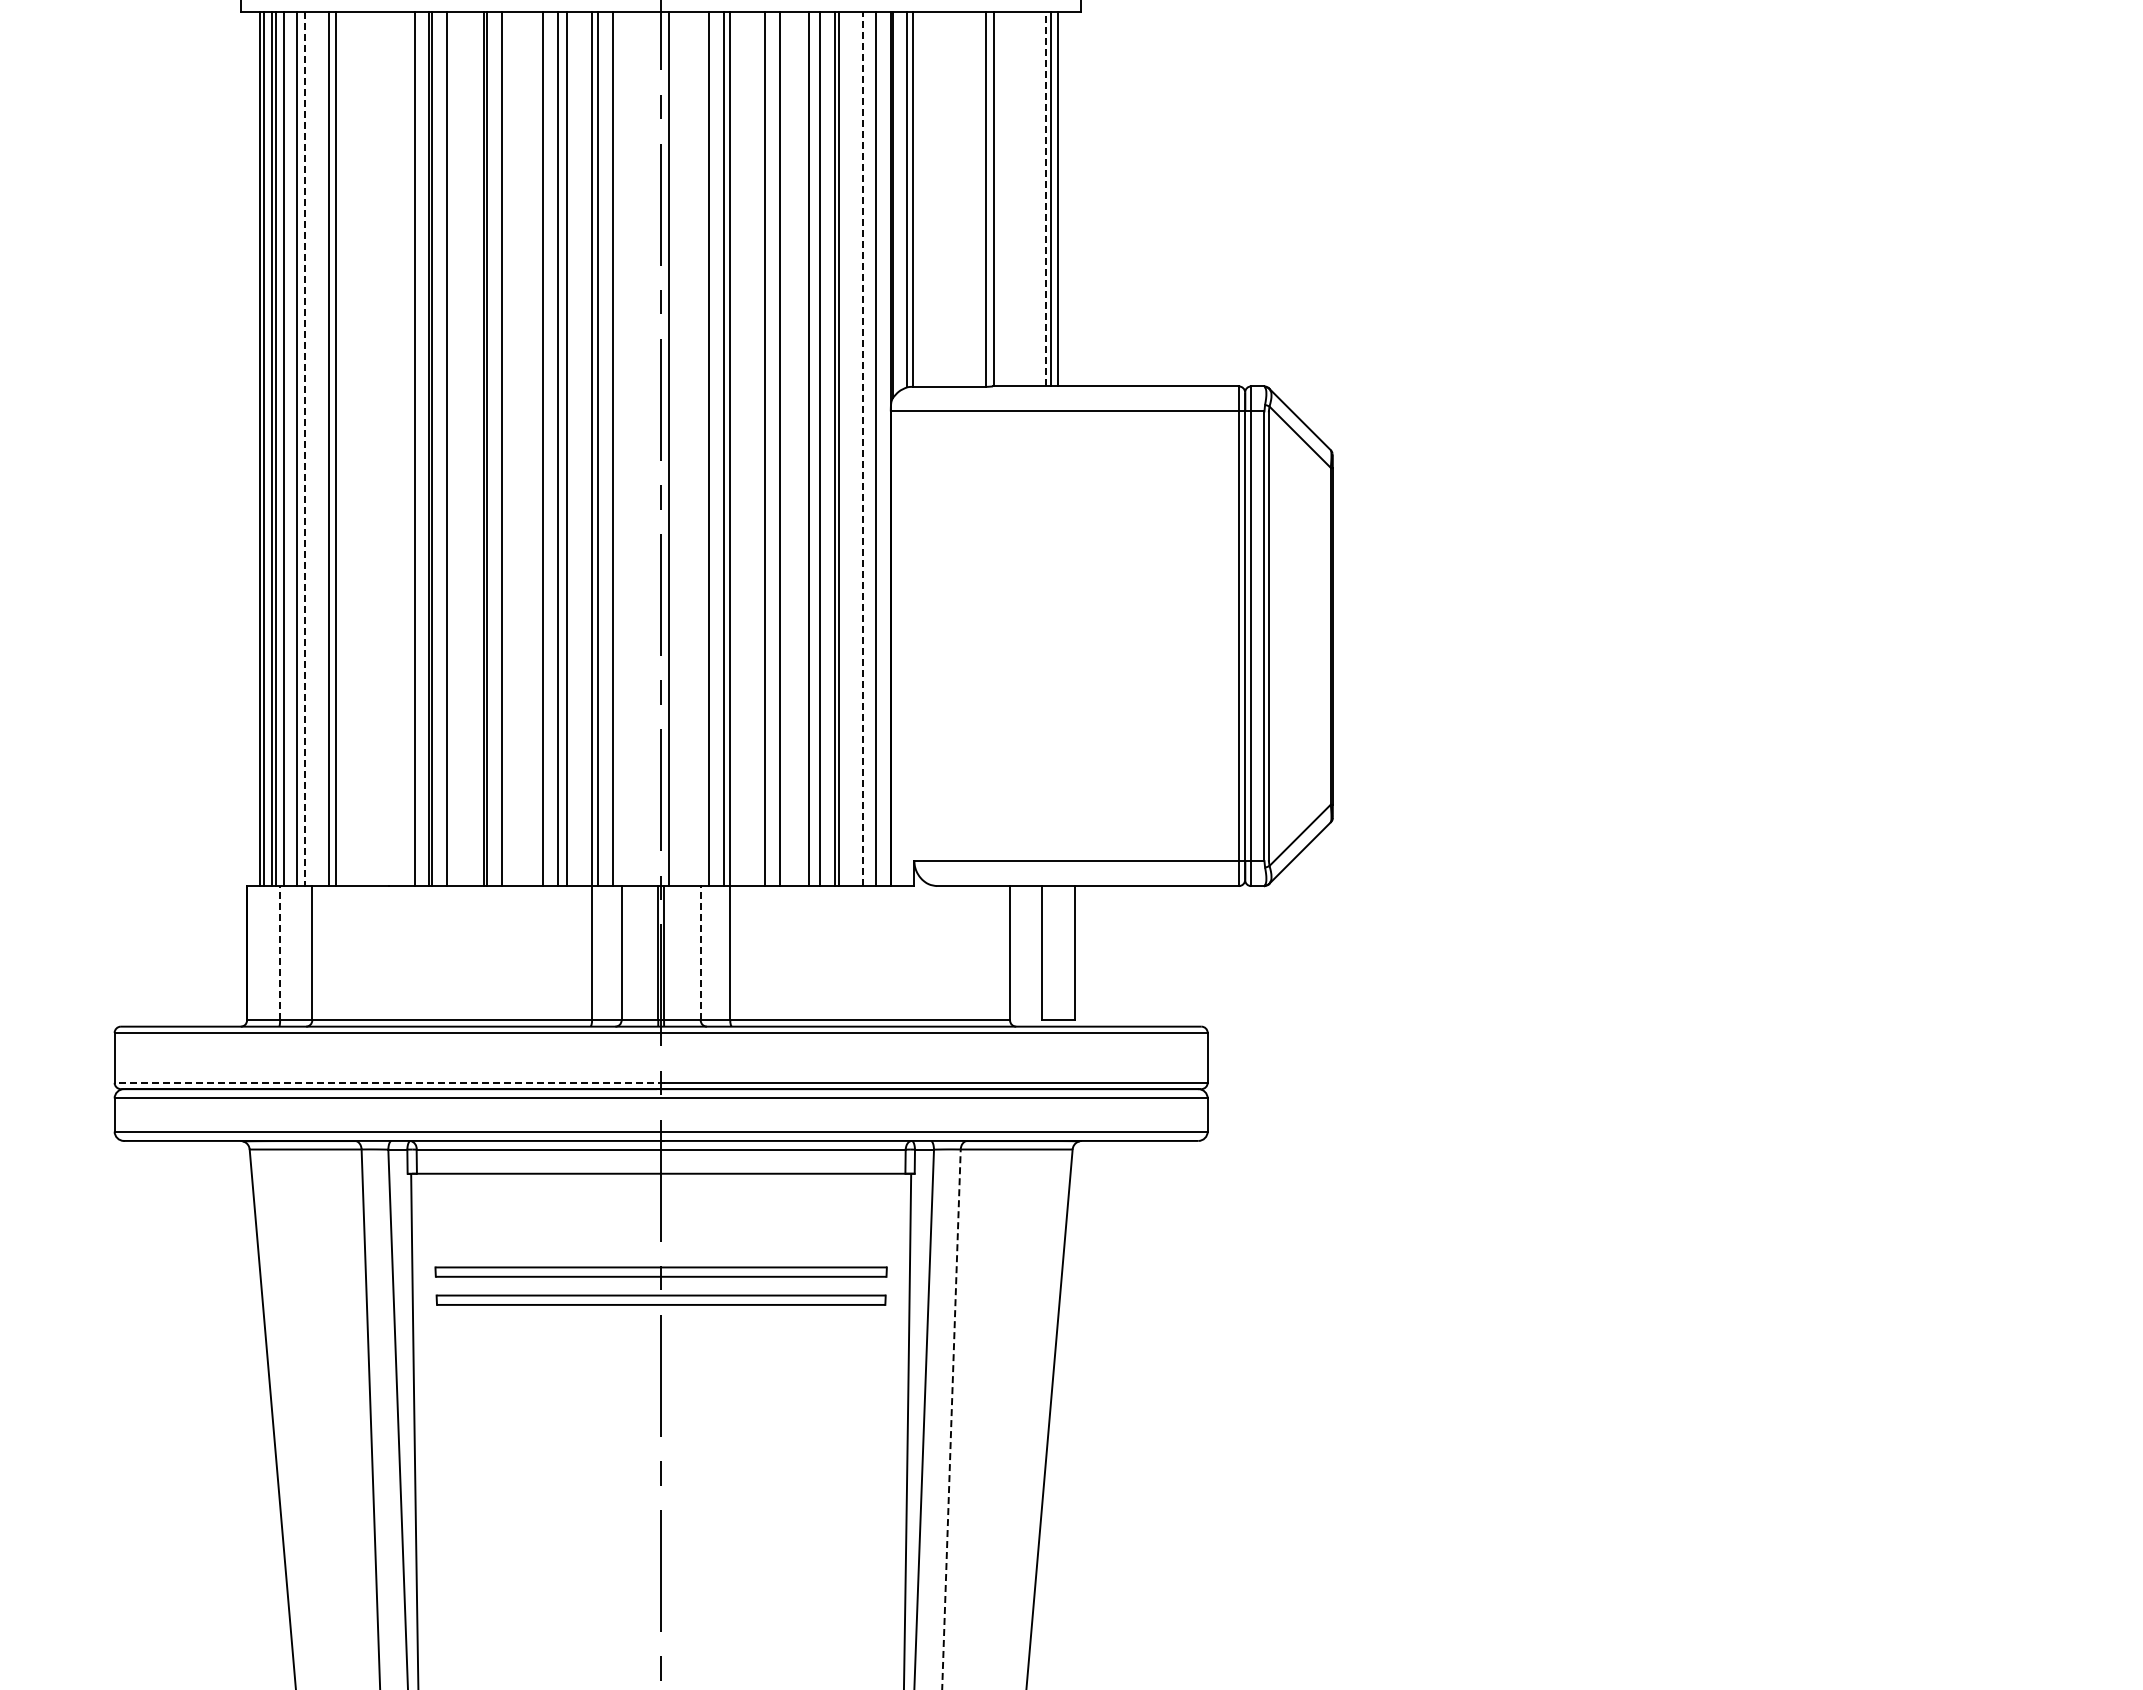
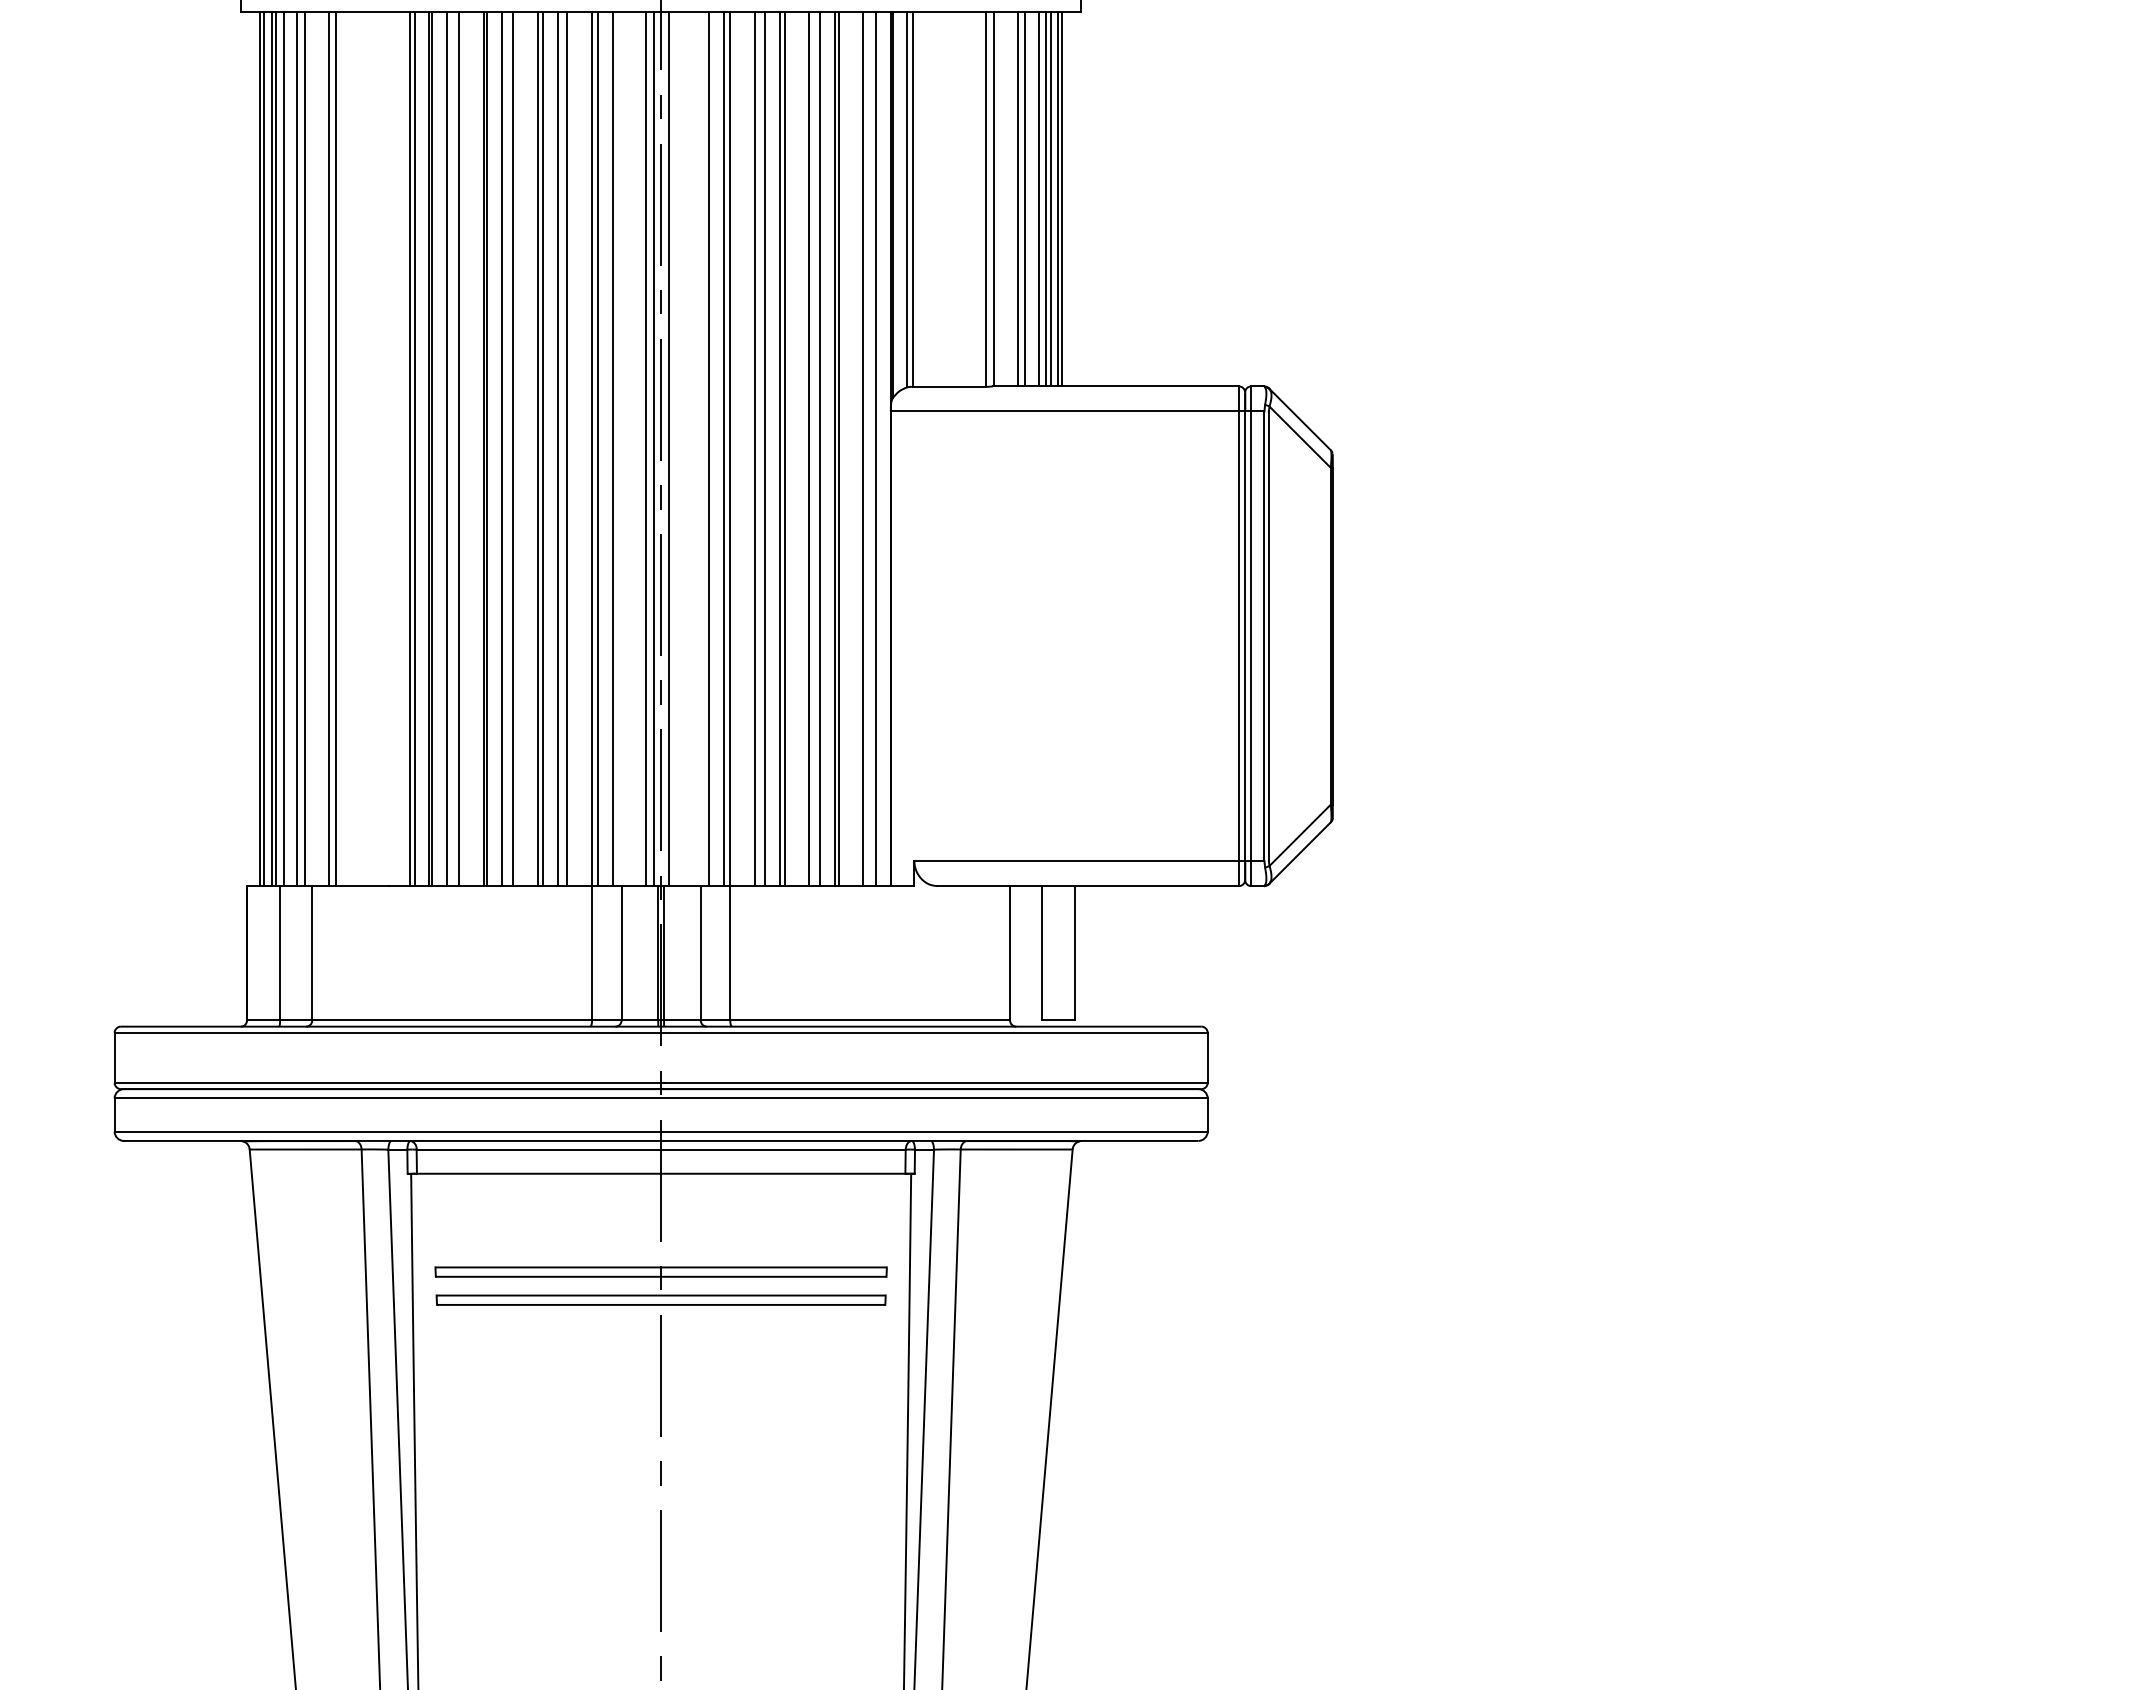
line at (1017, 198): none -> present
line at (1025, 198): none -> present
line at (1038, 198): none -> present
line at (1046, 198): dashed -> solid
line at (1062, 198): none -> present
line at (409, 448): none -> present
line at (458, 448): none -> present
line at (513, 448): none -> present
line at (537, 448): none -> present
line at (646, 448): none -> present
line at (653, 448): none -> present
line at (754, 448): none -> present
line at (784, 448): none -> present
line at (863, 448): dashed -> solid
line at (304, 449): dashed -> solid
line at (280, 952): dashed -> solid
line at (700, 952): dashed -> solid
line at (389, 1082): dashed -> solid
line at (951, 1419): dashed -> solid
